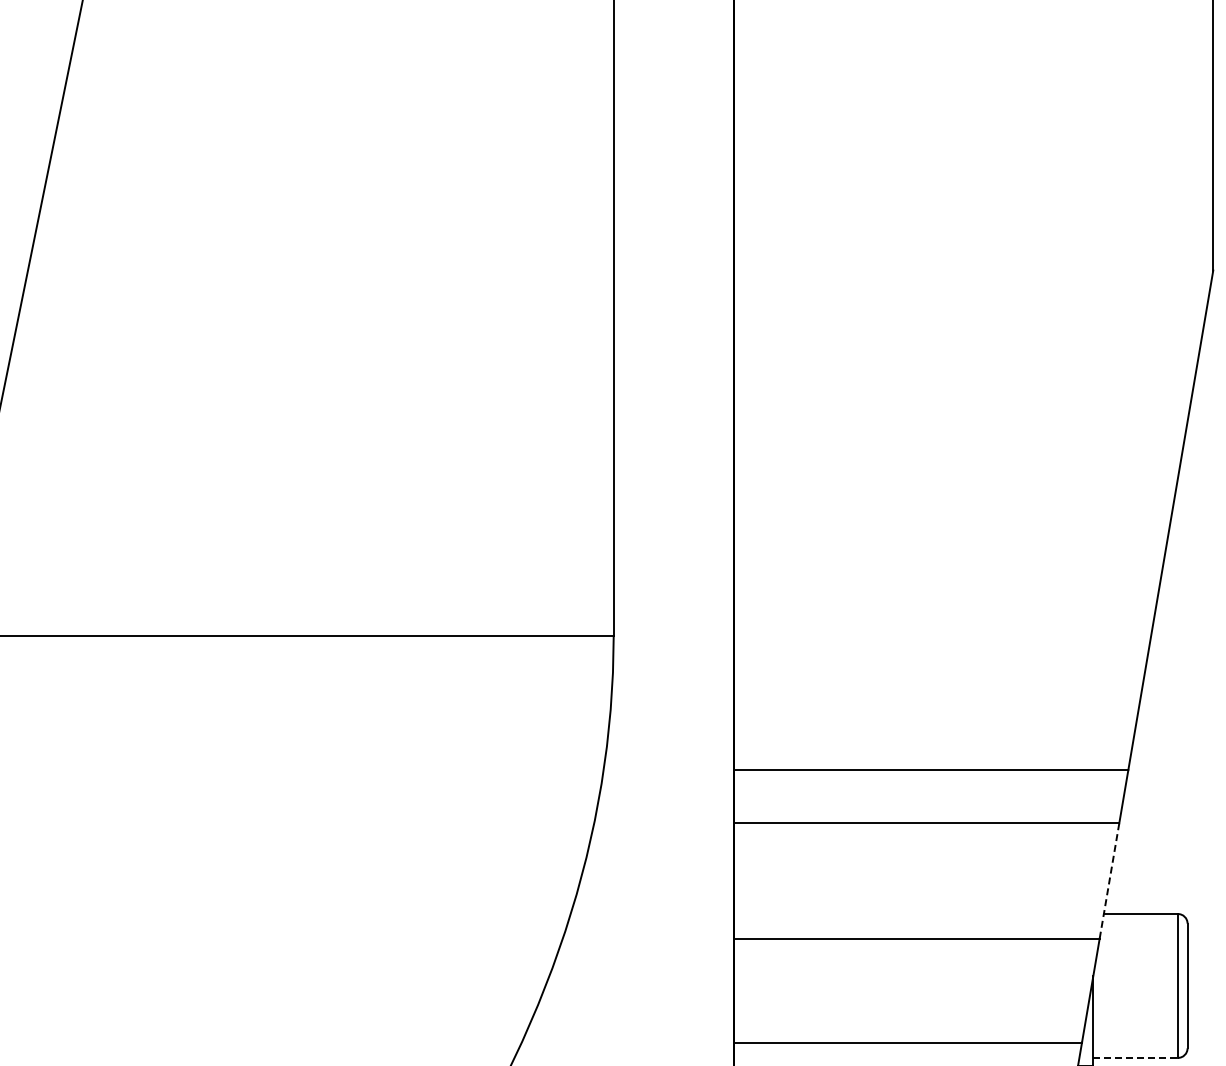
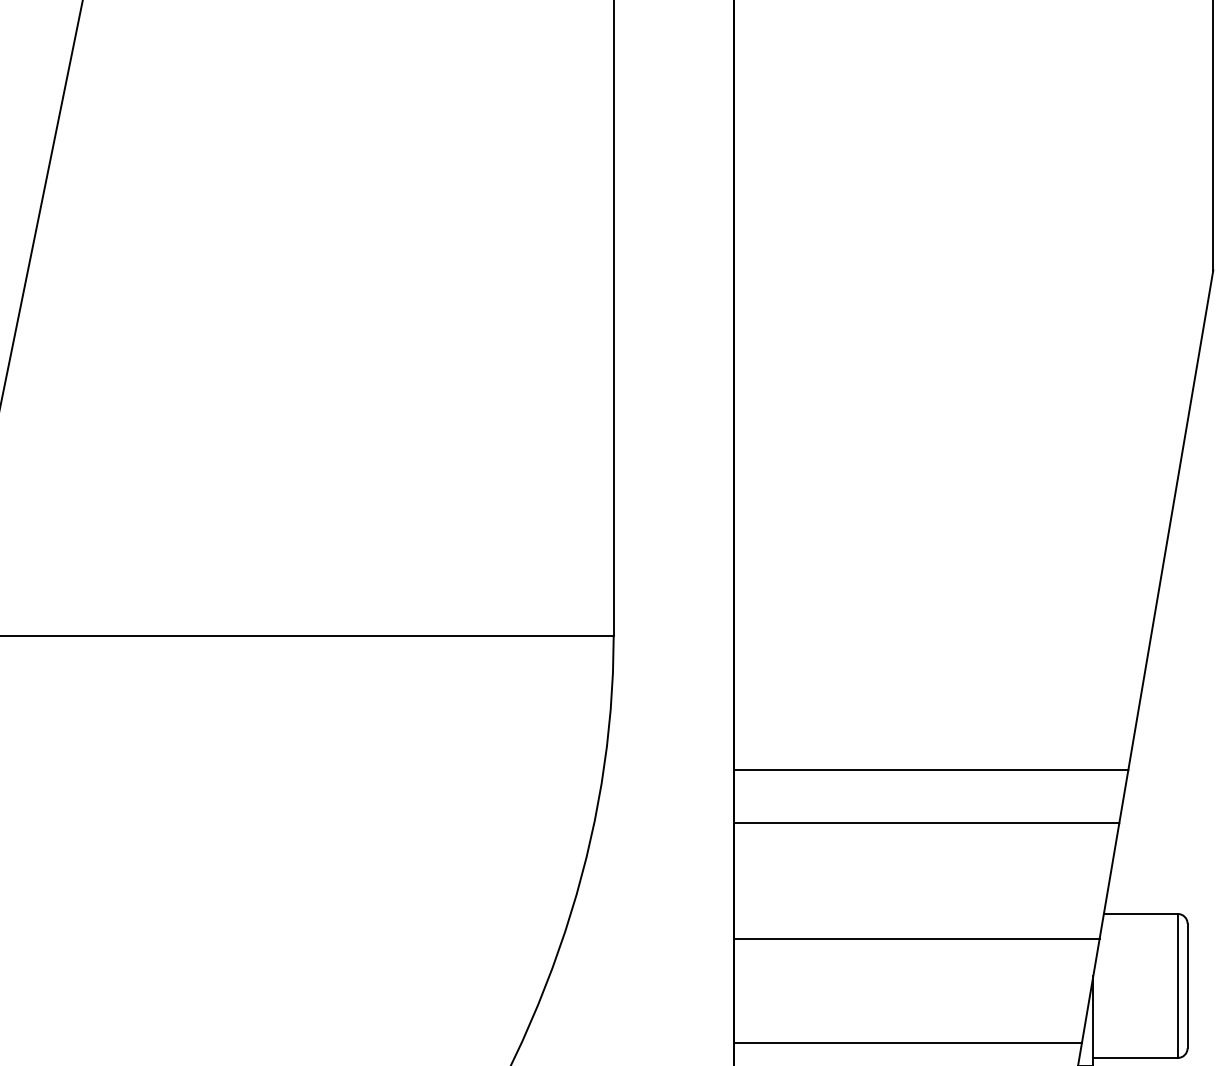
line at (1109, 880): dashed -> solid
line at (1136, 1057): dashed -> solid
